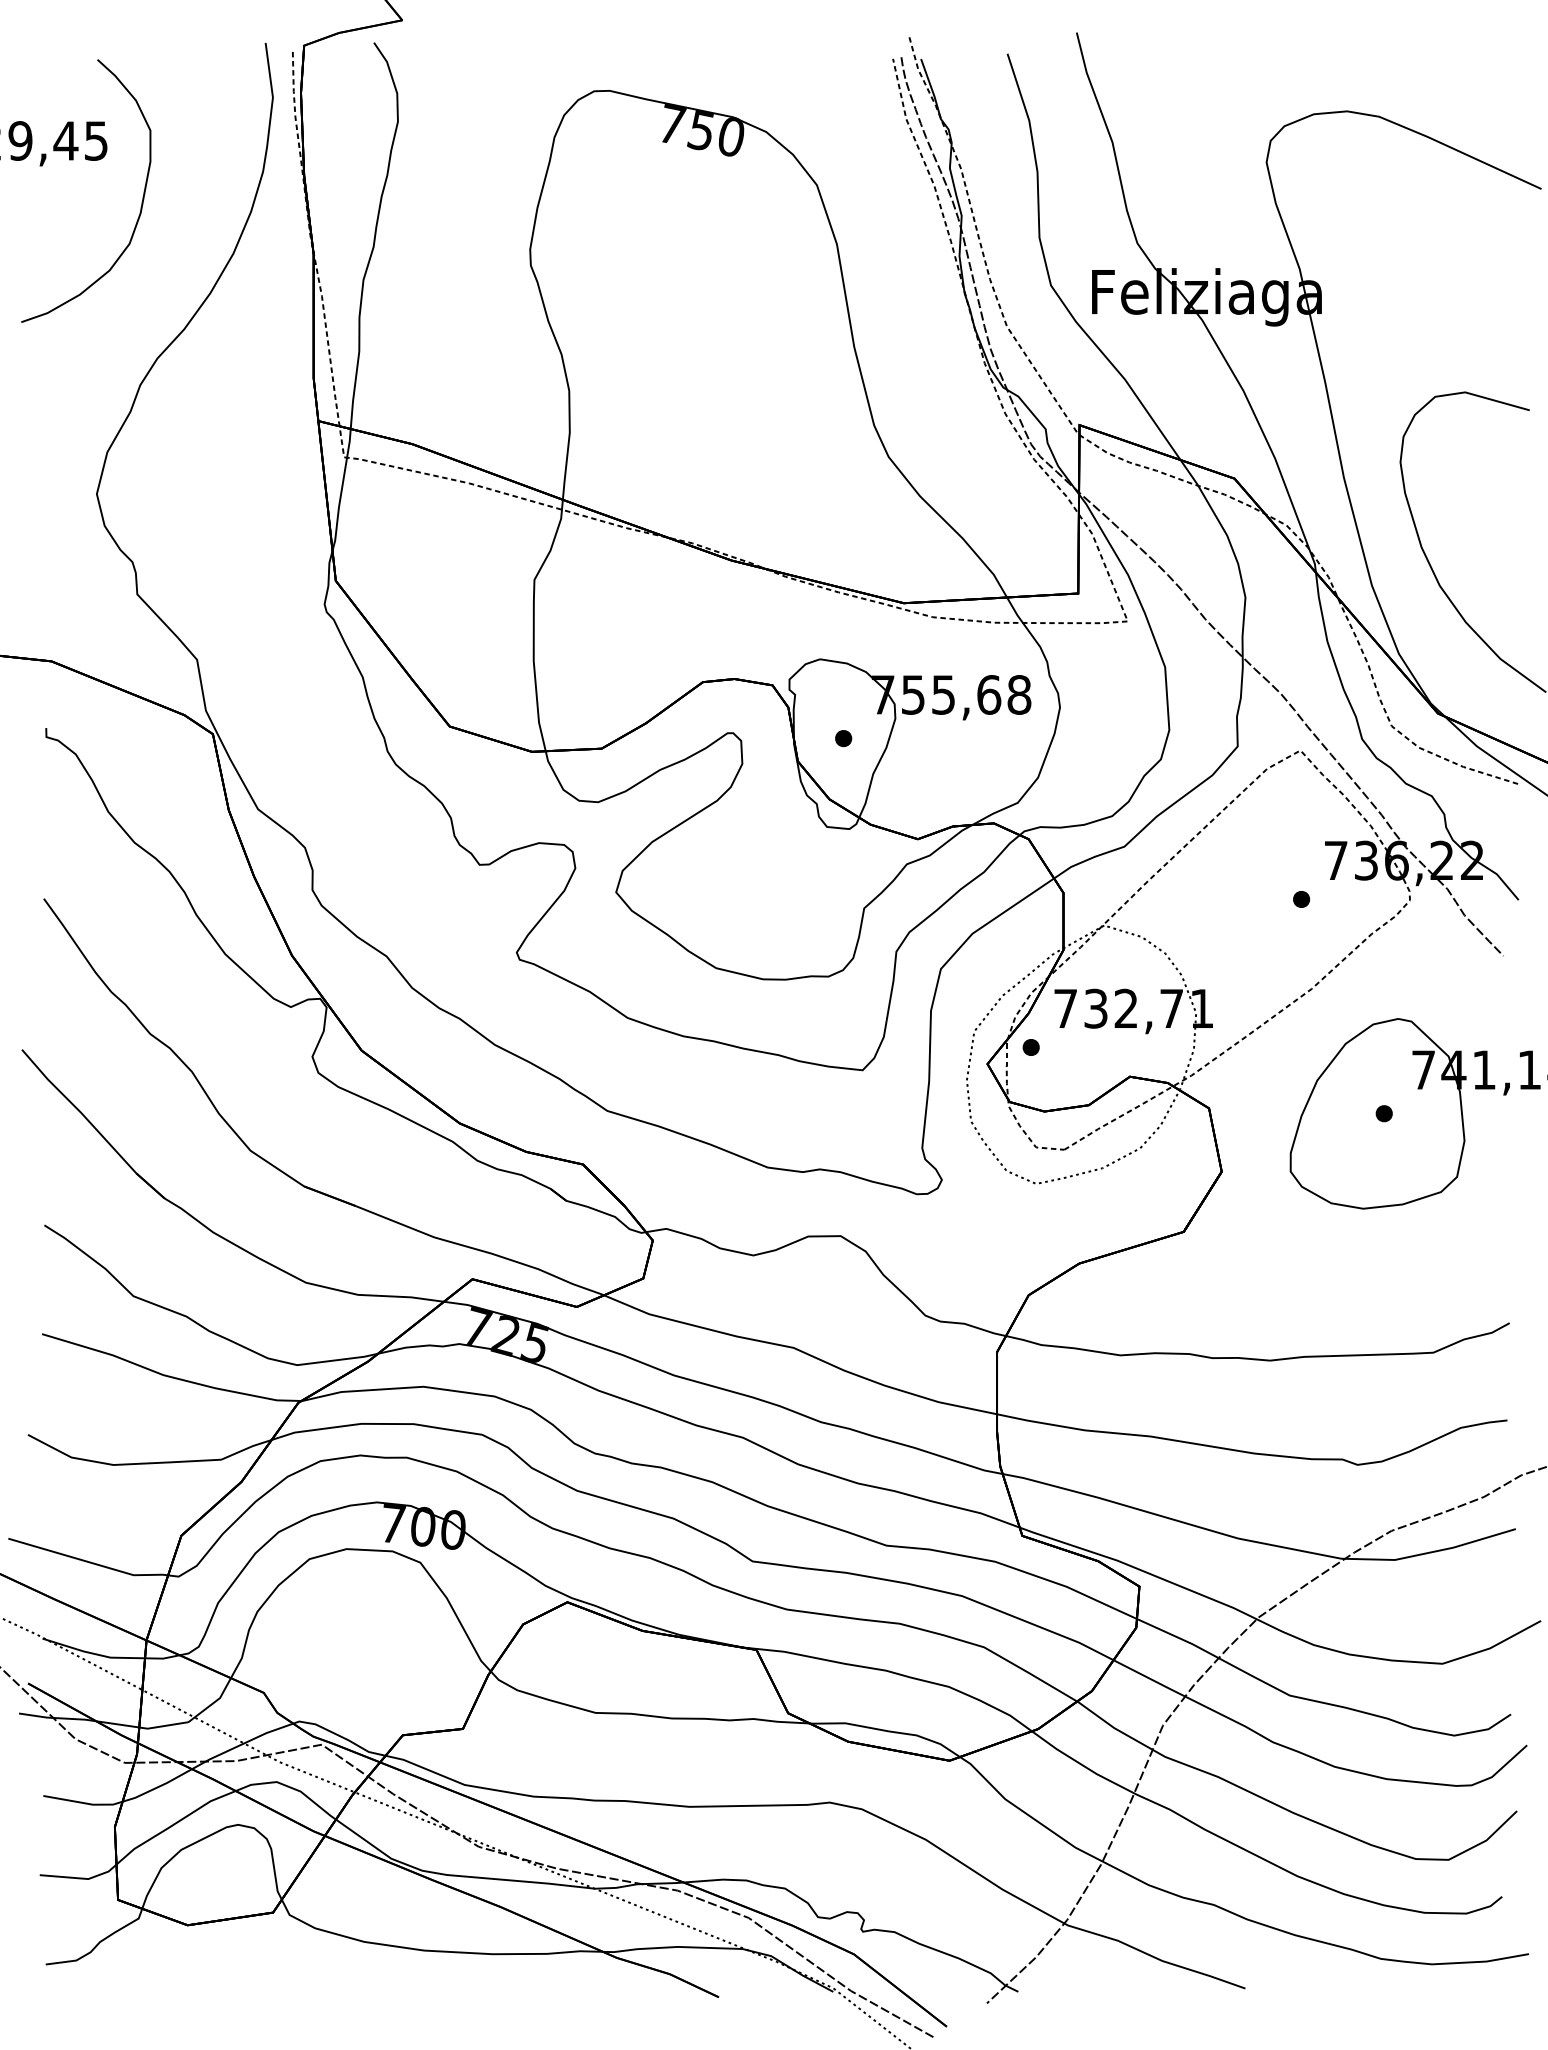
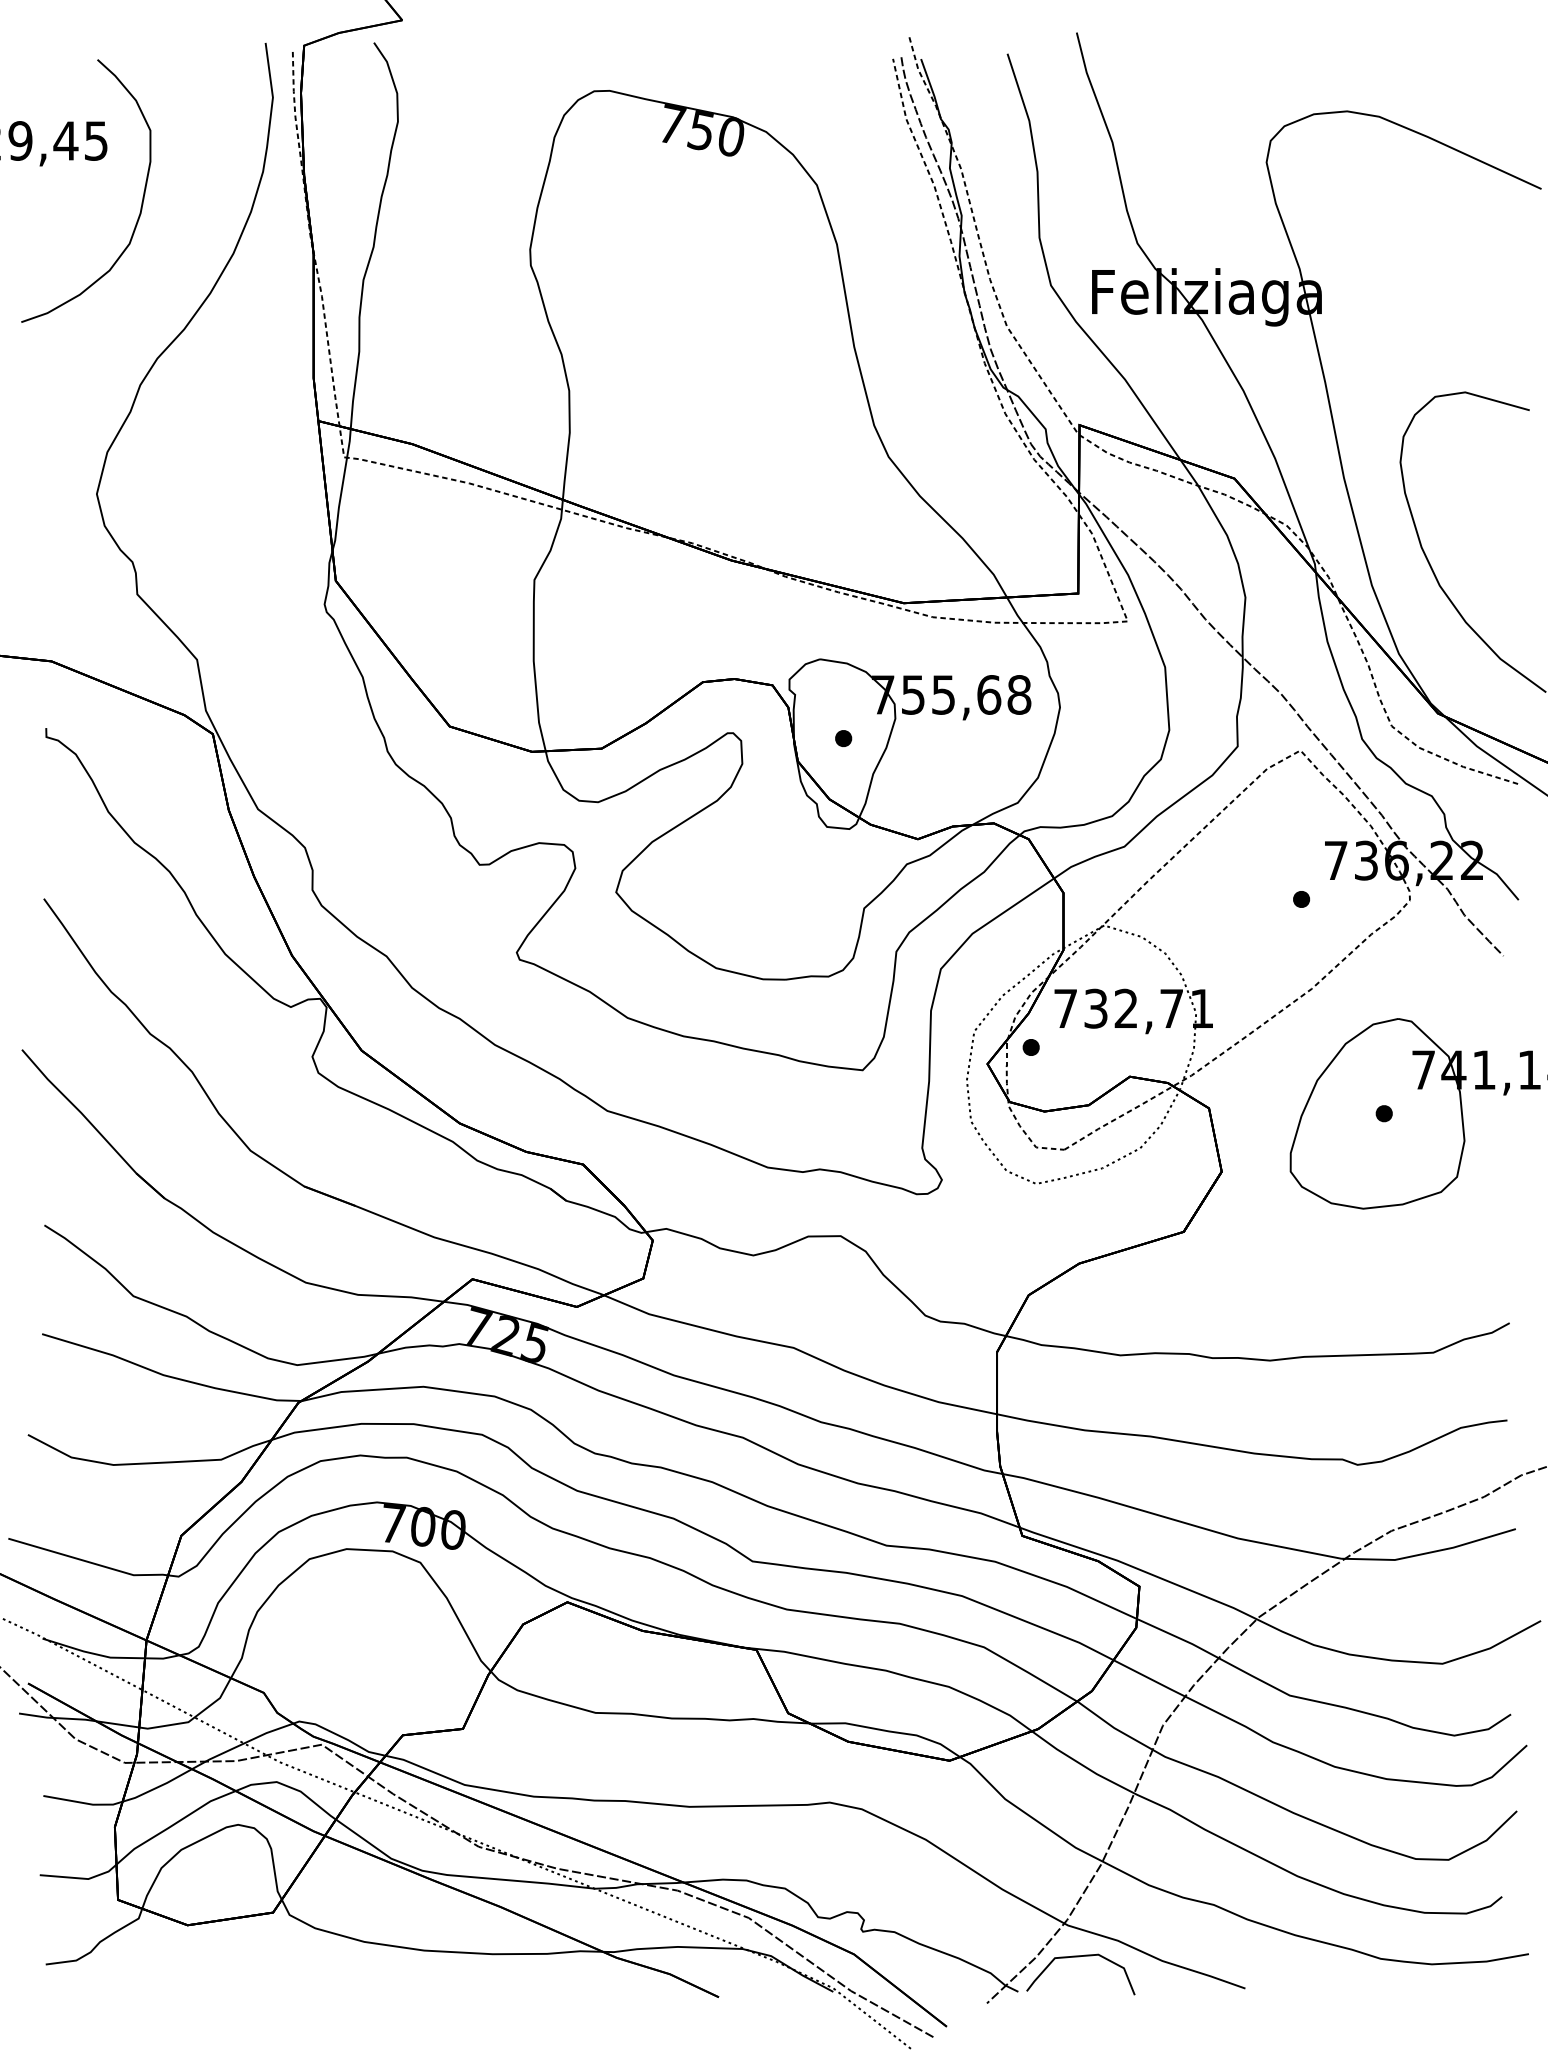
curve at (1079, 1957): none -> present
